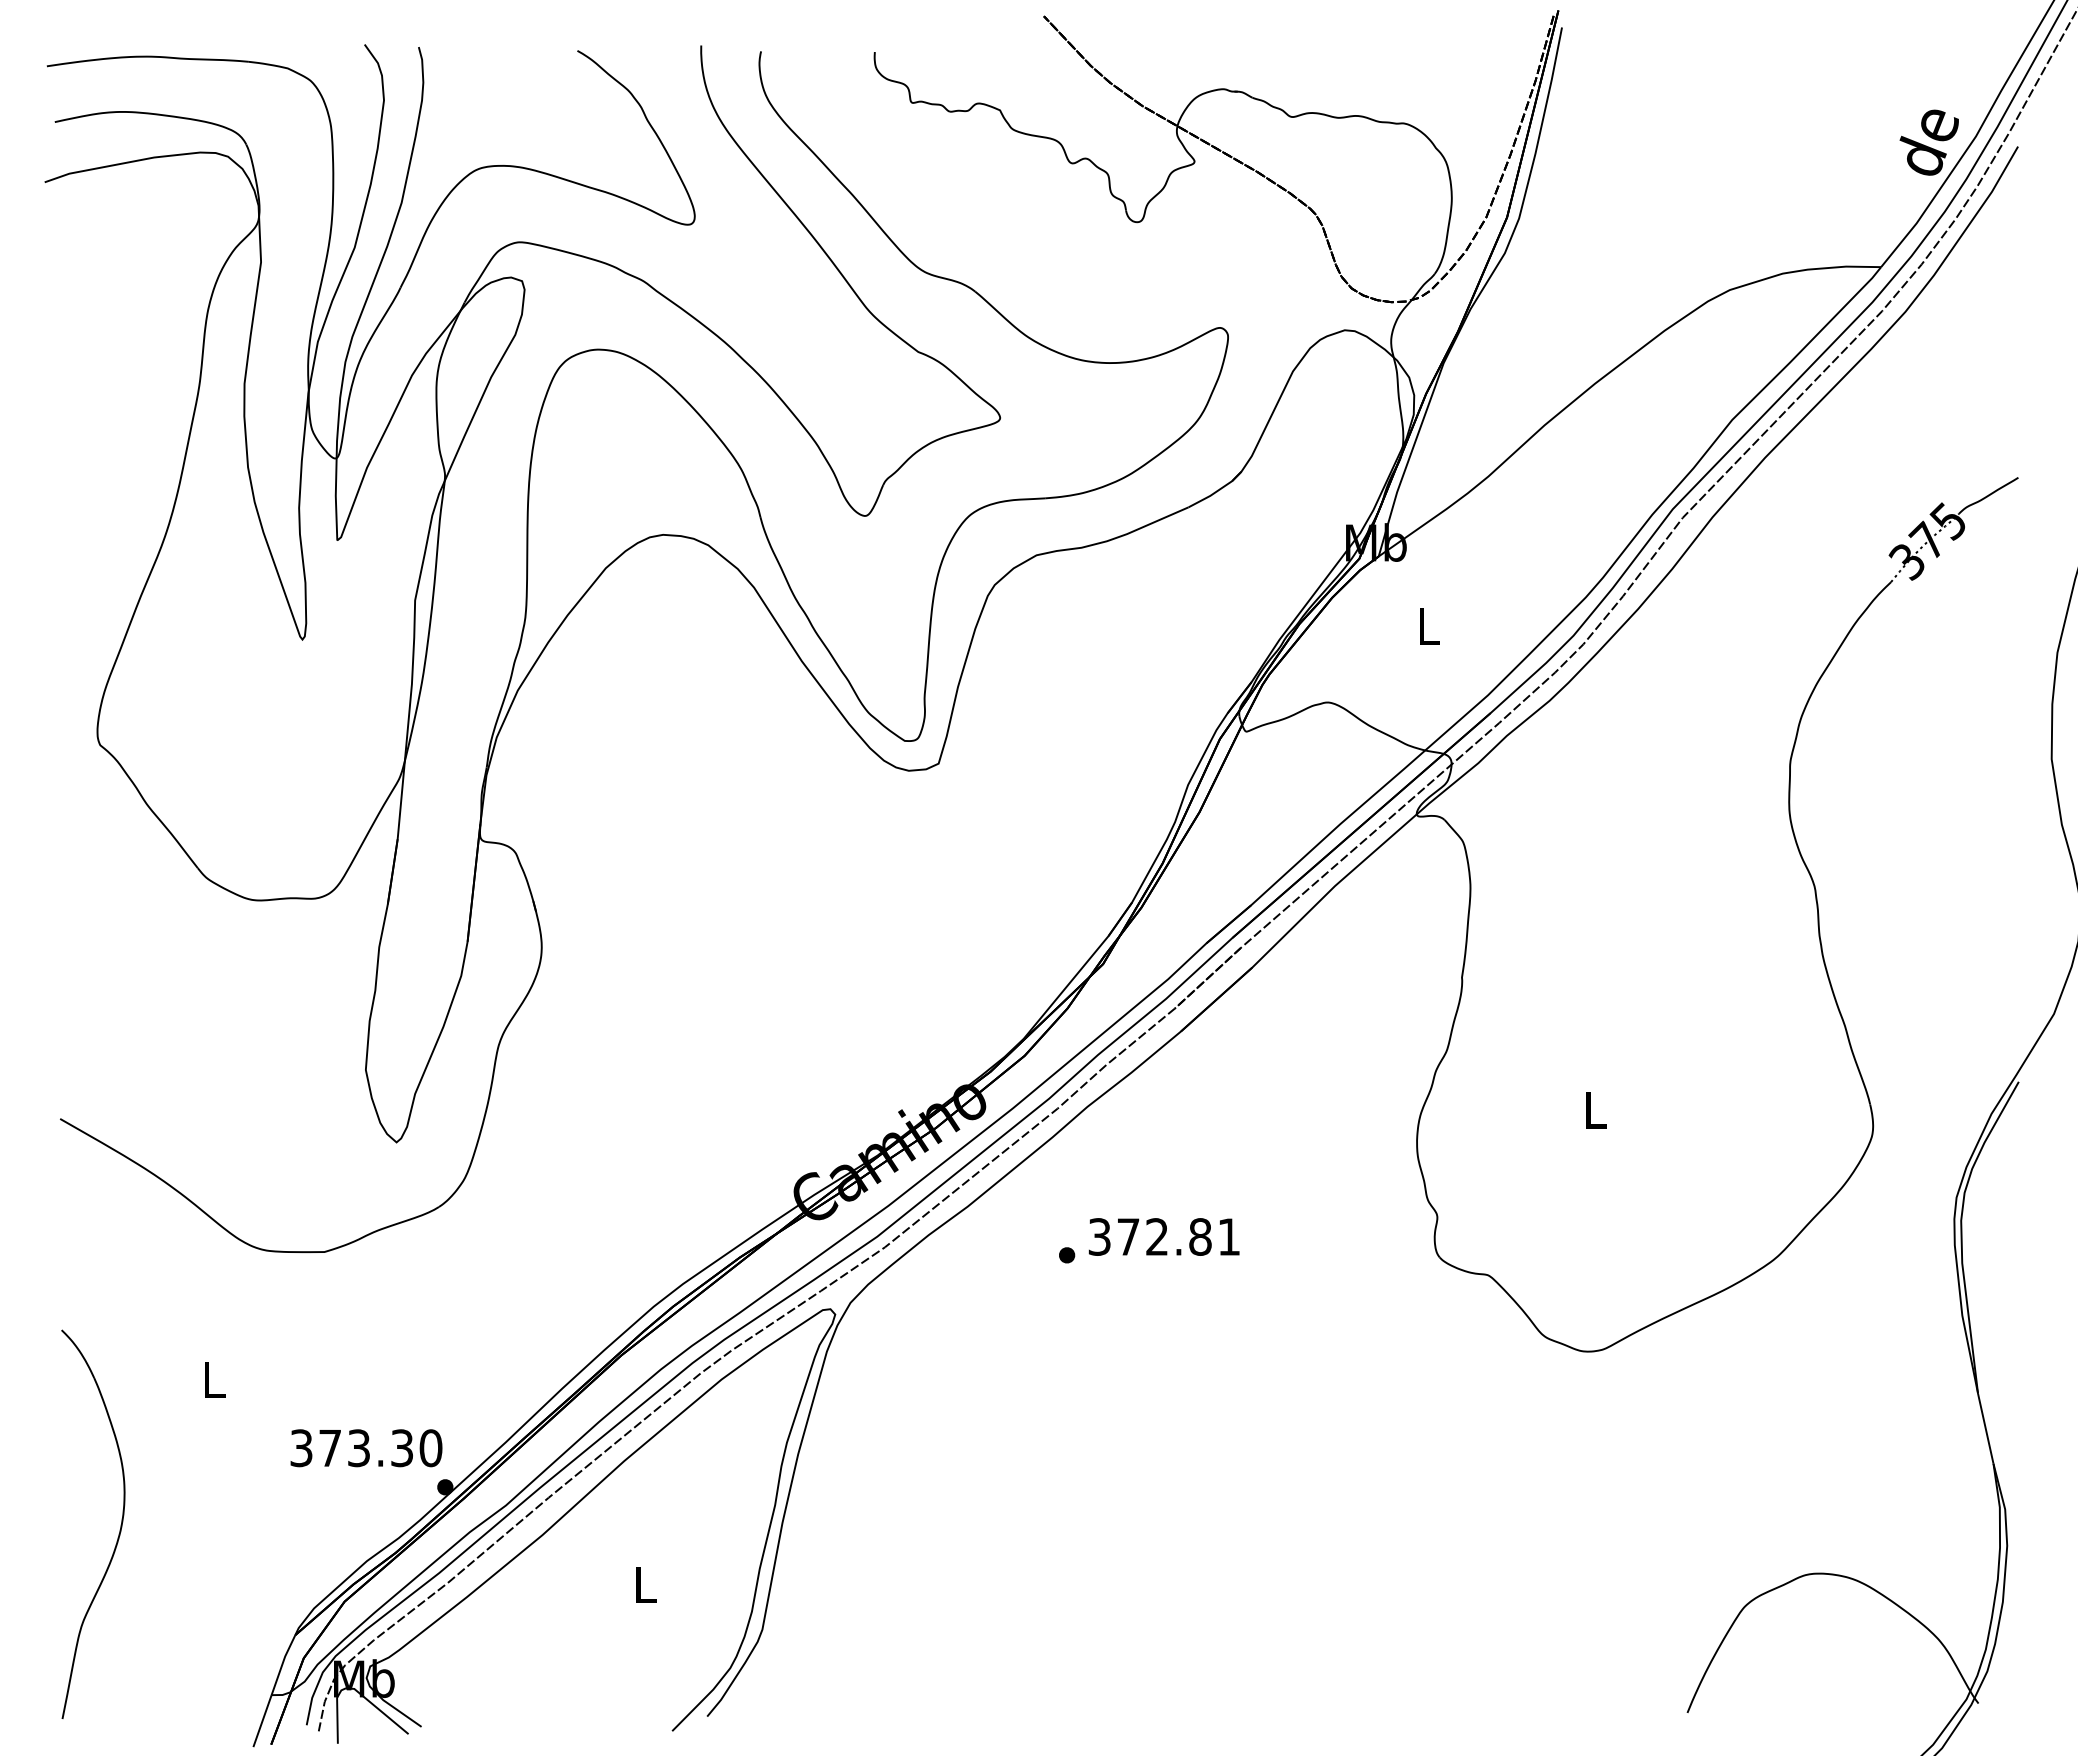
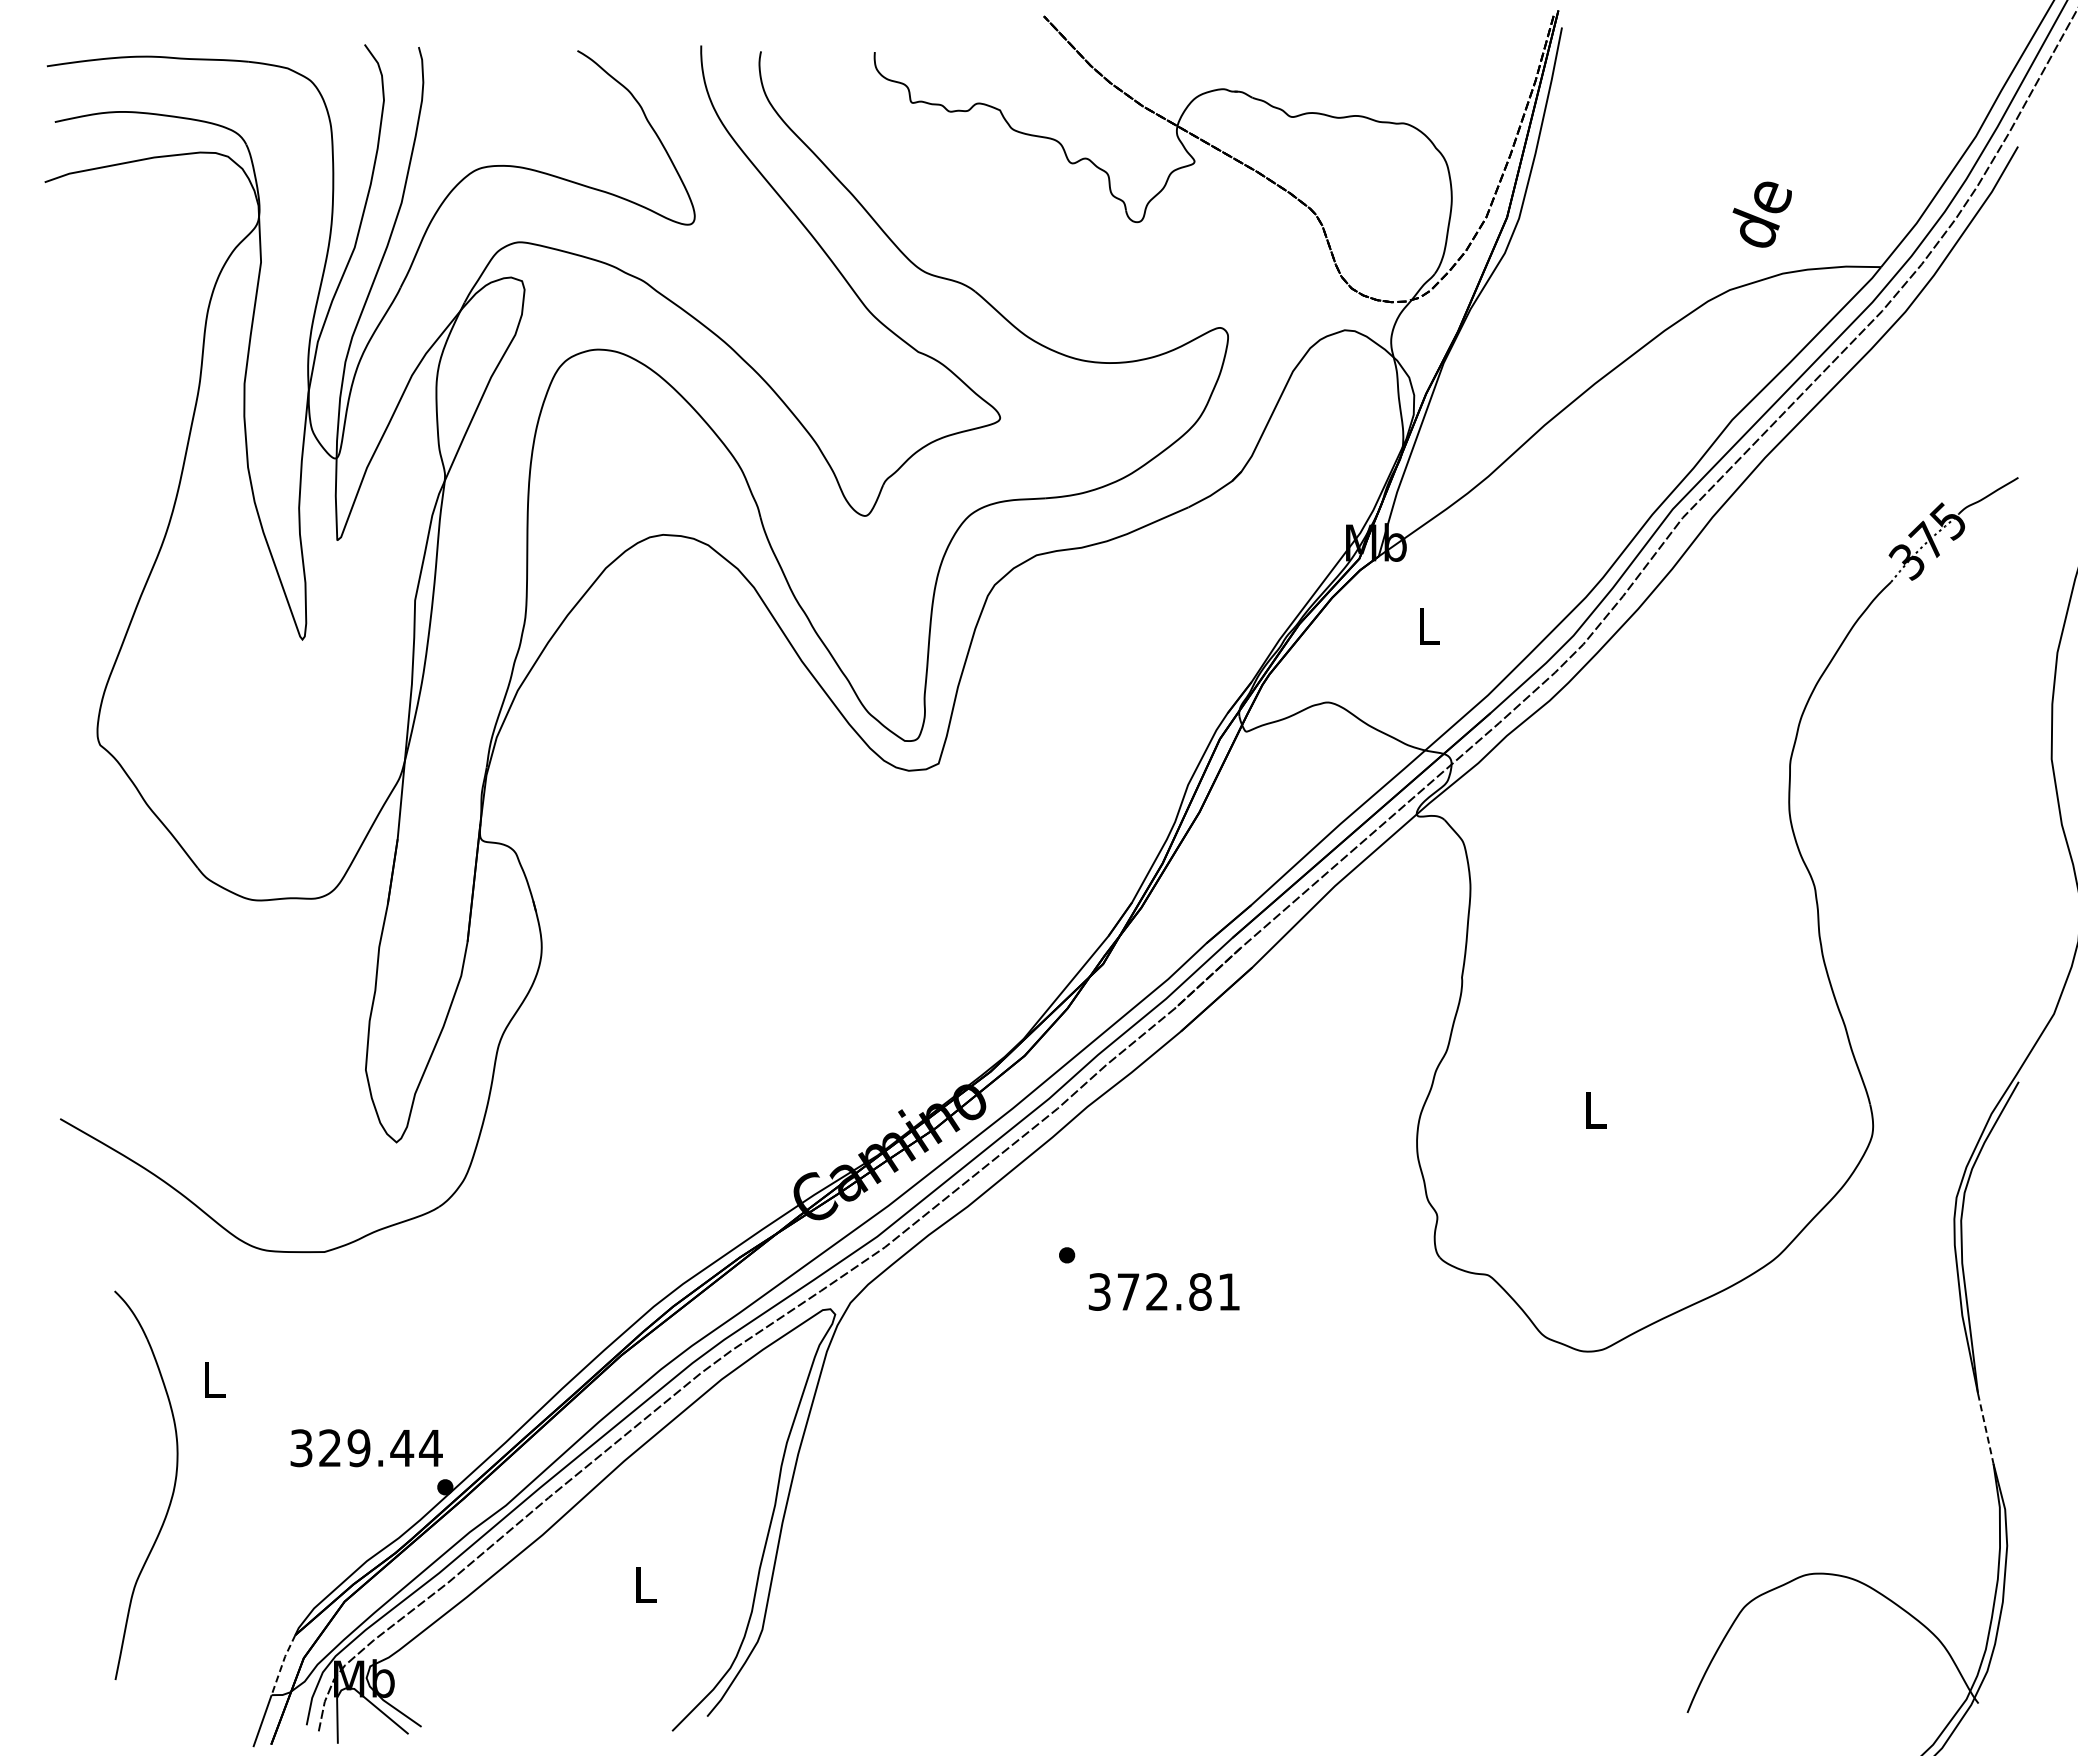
text at (1928, 142) position: (1928, 142) -> (1761, 214)
text at (1163, 1236) position: (1163, 1236) -> (1163, 1291)
line at (1985, 1428): solid -> dashed
text at (380, 1448): 373.30 -> 329.44
part at (119, 1529) position: (119, 1529) -> (172, 1490)
line at (282, 1664): solid -> dashed
